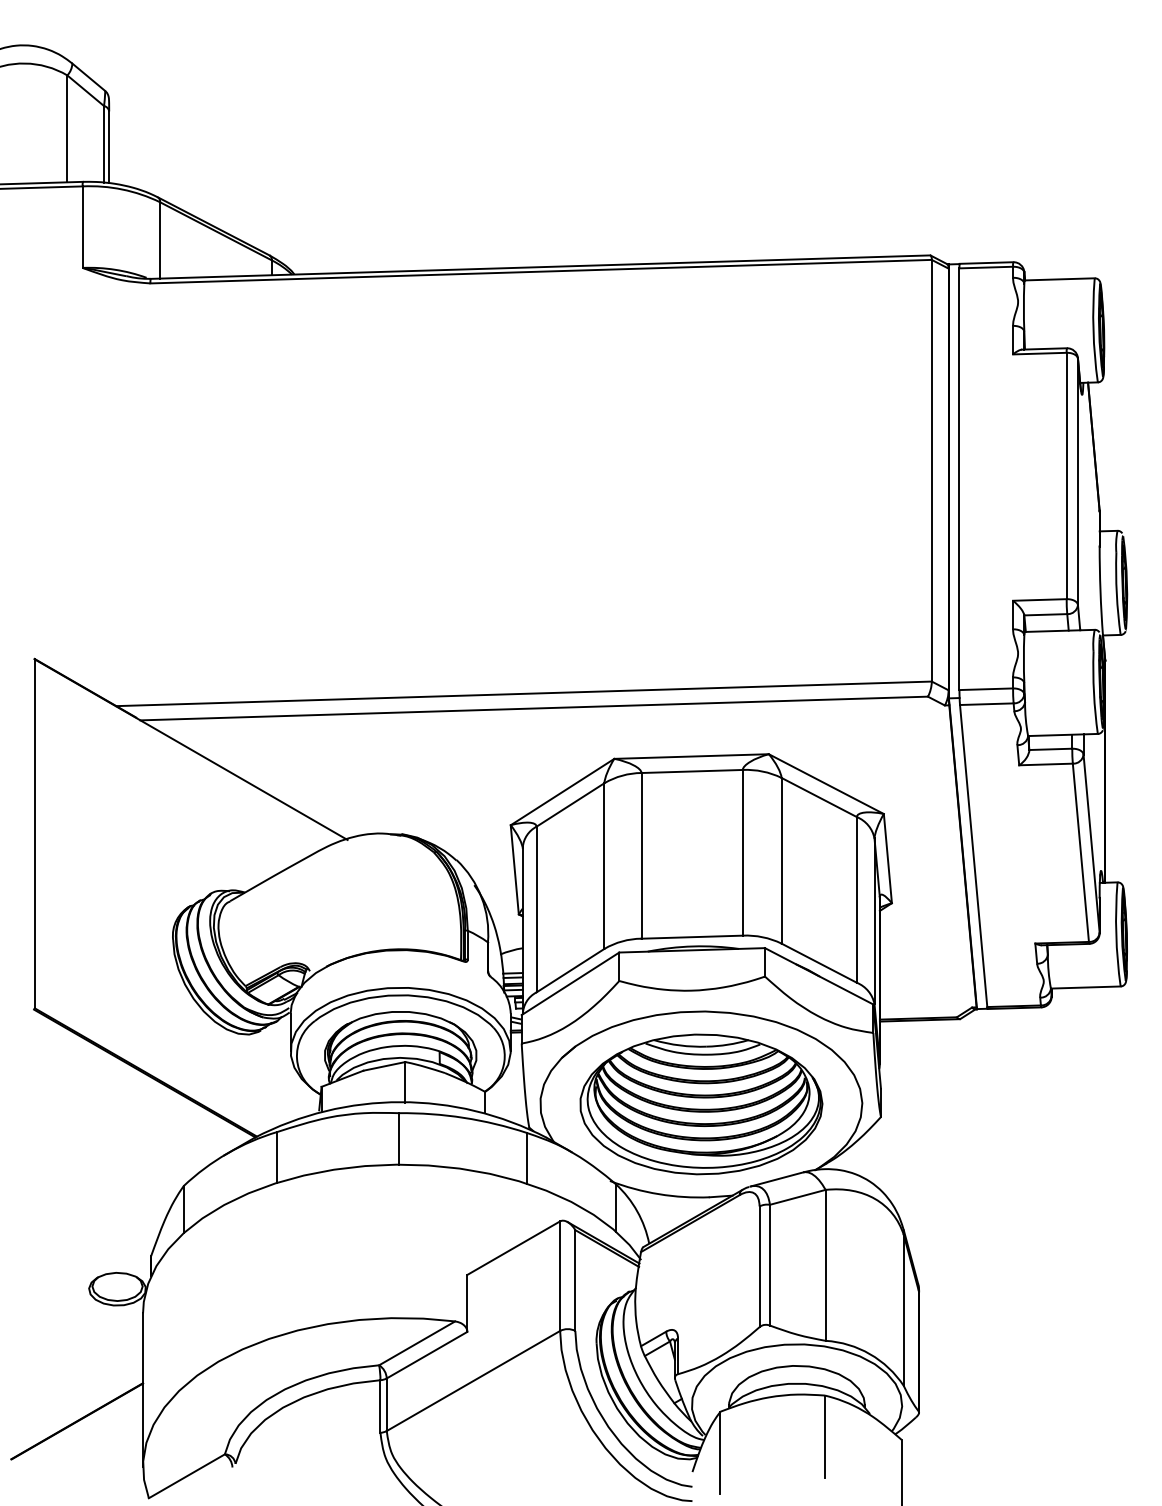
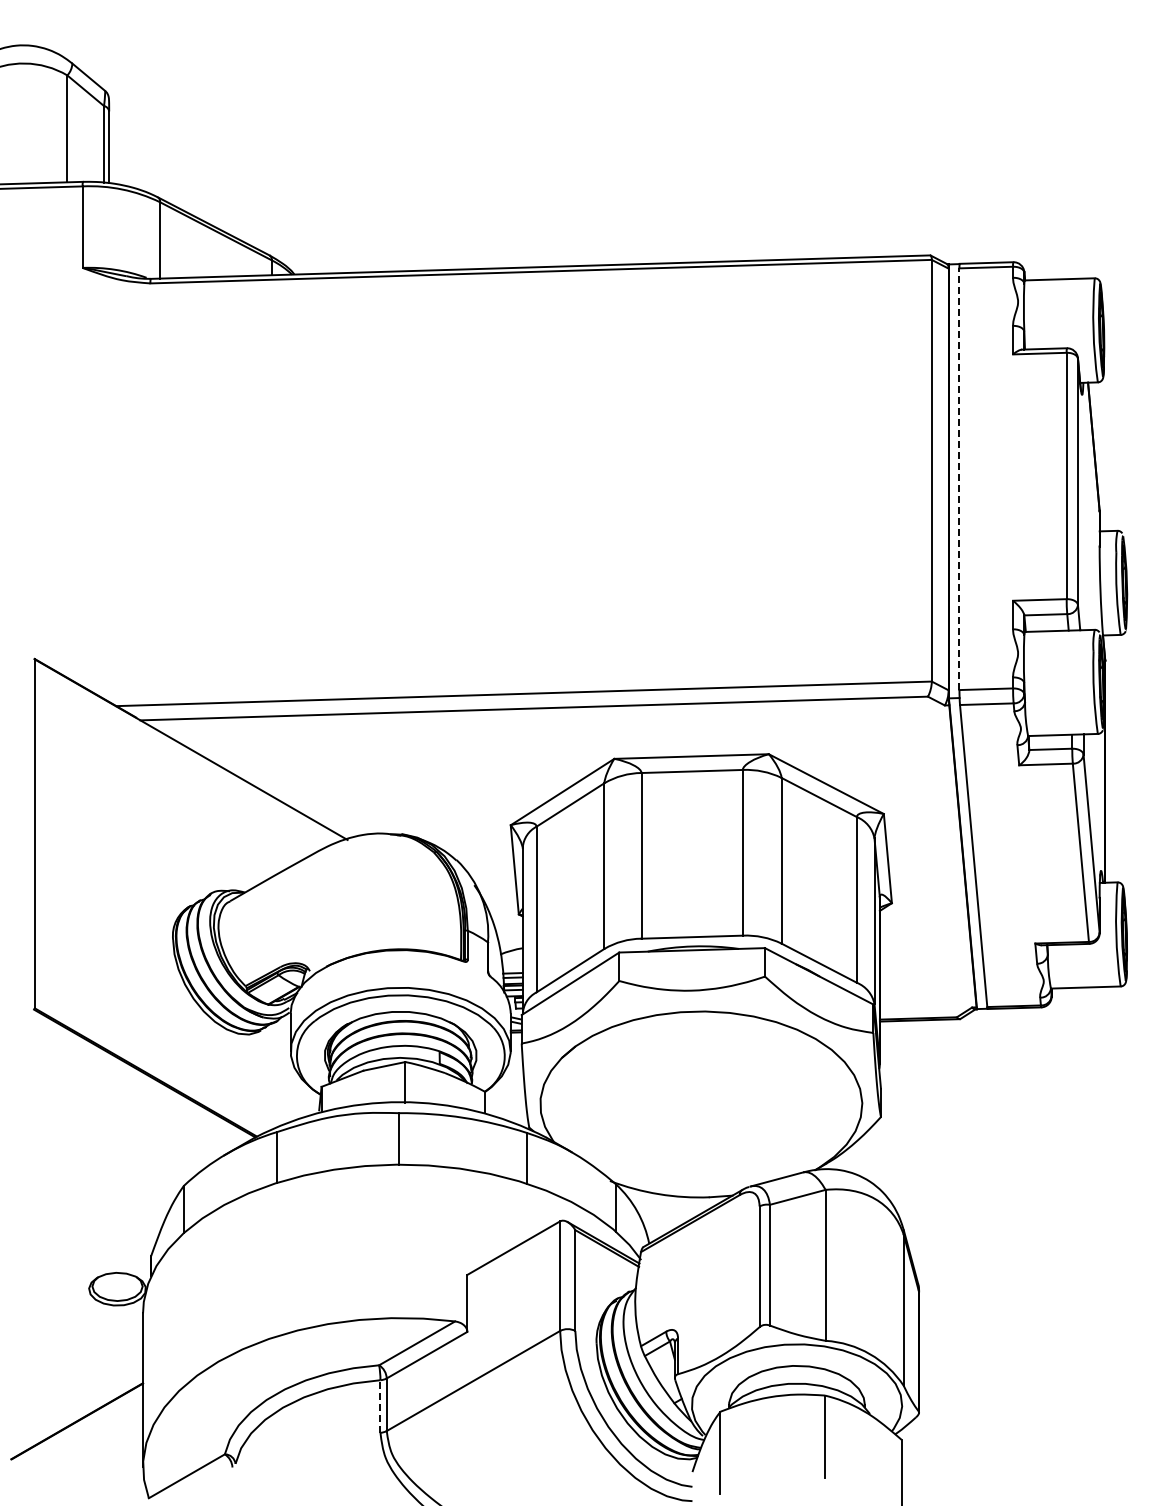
line at (959, 479): solid -> dashed
part at (701, 1104): present -> none
line at (380, 1406): solid -> dashed
